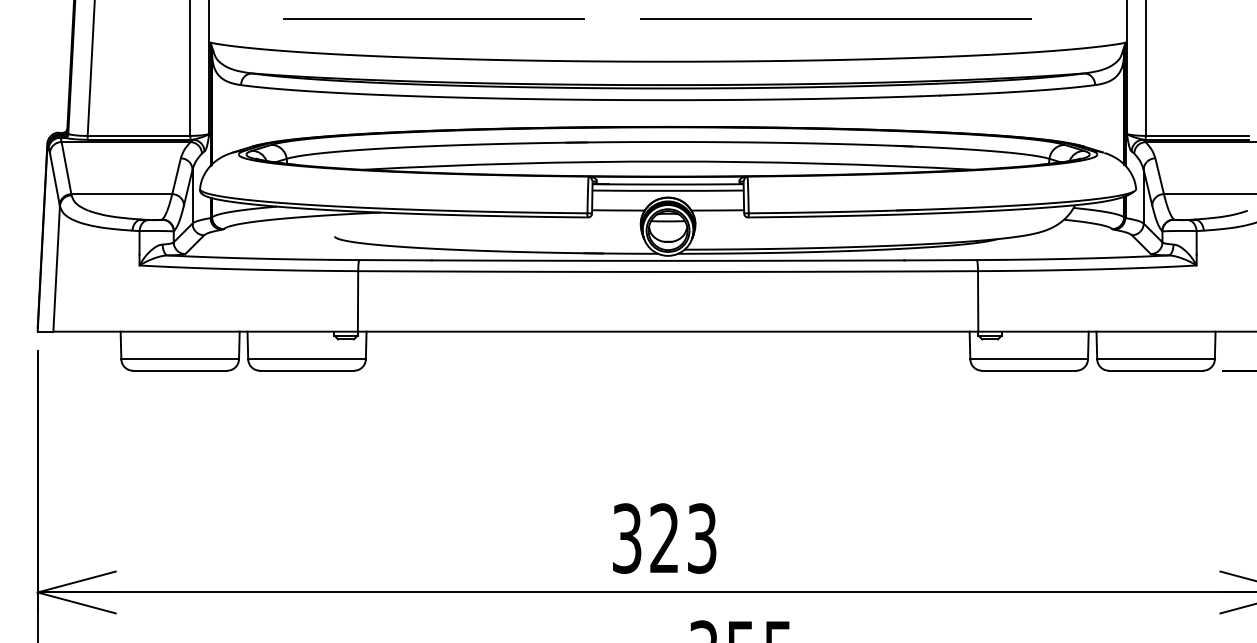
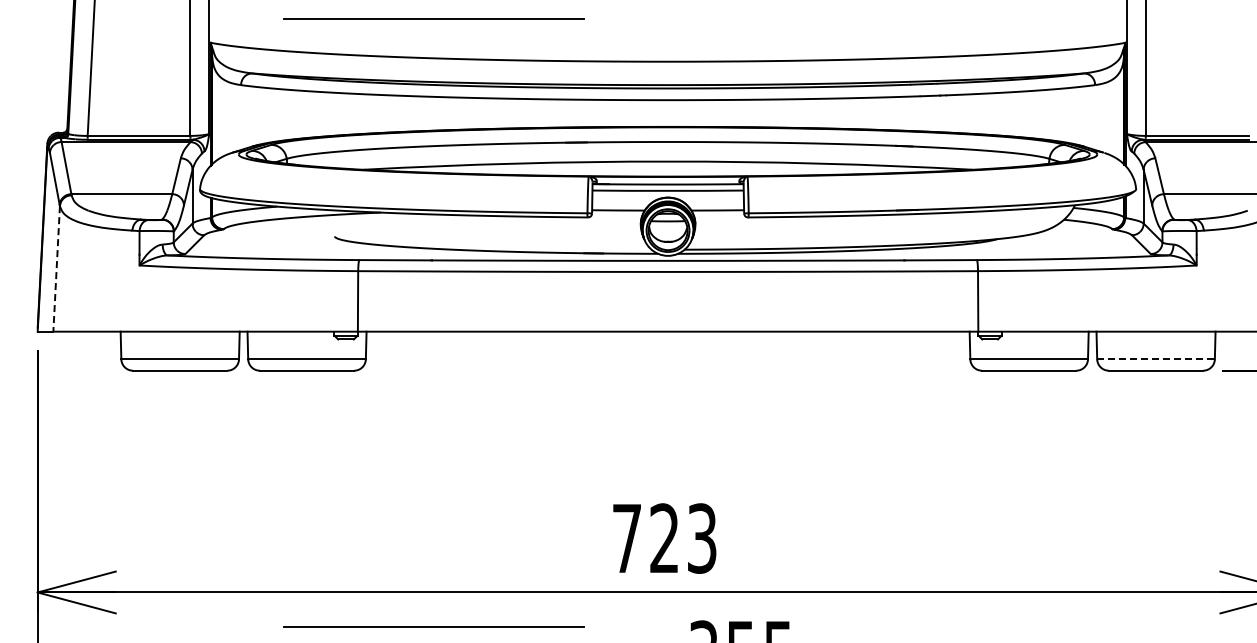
line at (835, 18): present -> none
line at (56, 268): solid -> dashed
line at (1156, 359): solid -> dashed
text at (627, 538): 323 -> 723
line at (433, 626): none -> present
